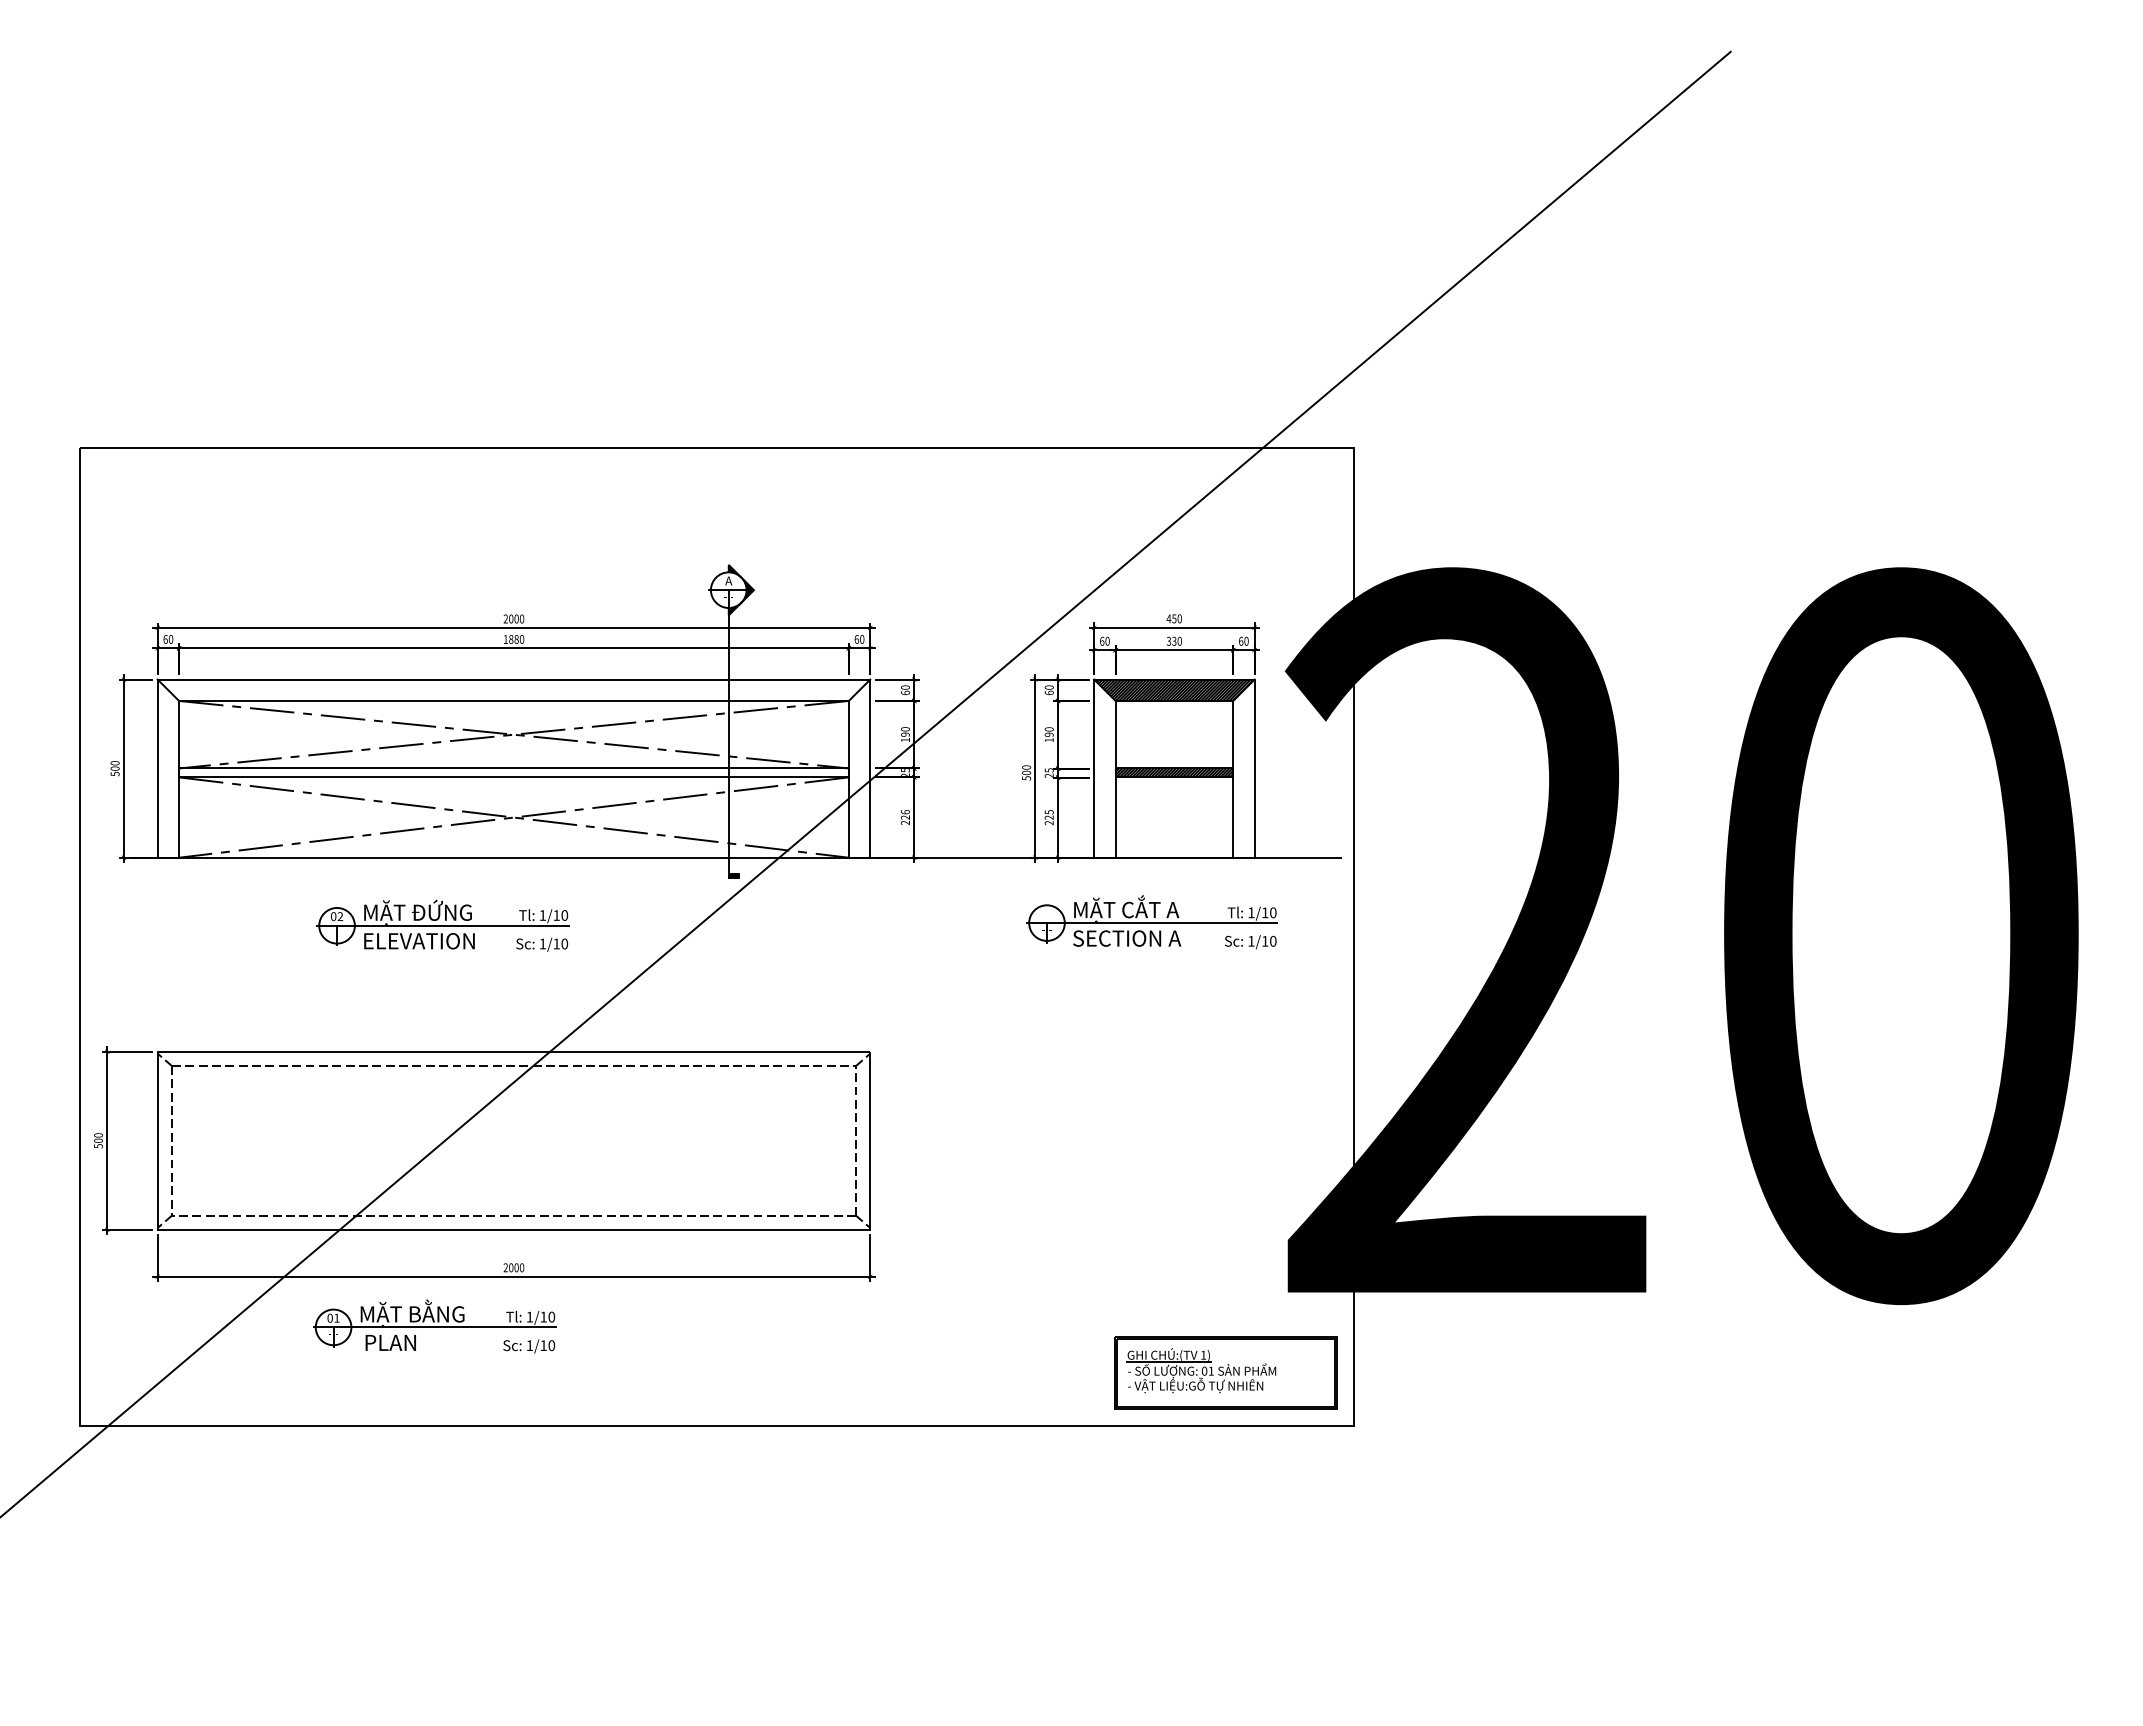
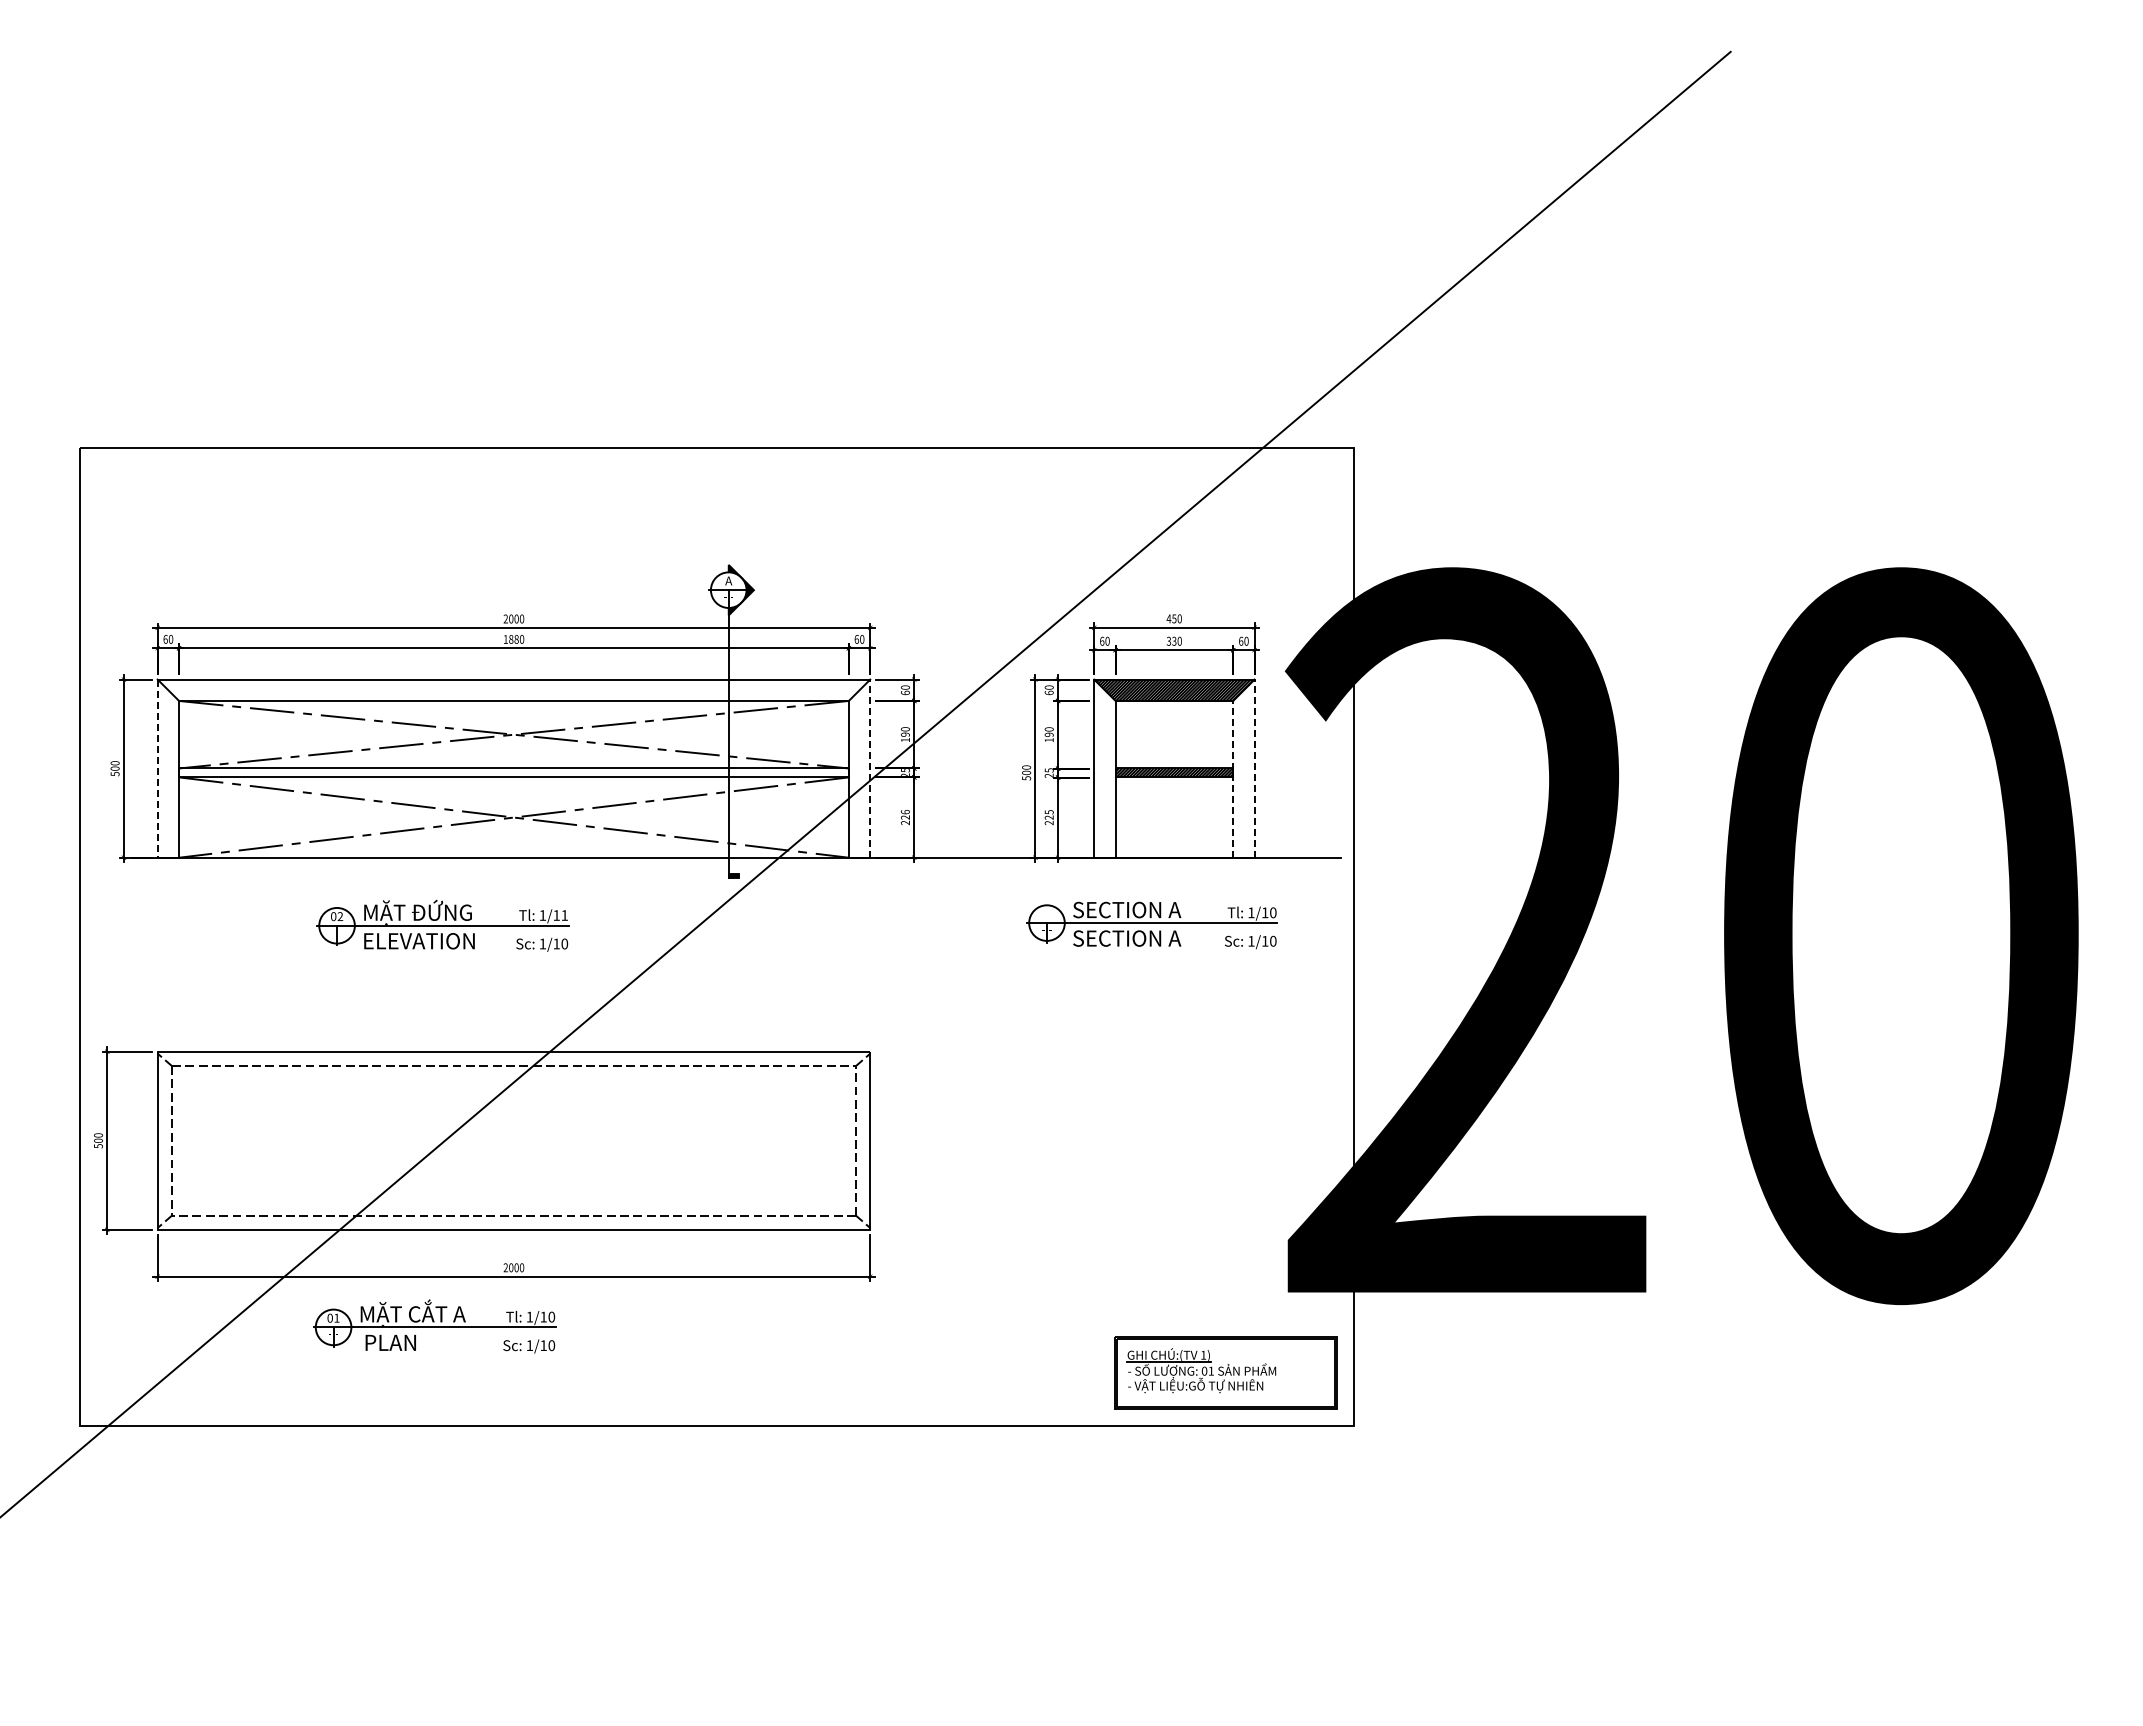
line at (870, 768): solid -> dashed
line at (1254, 768): solid -> dashed
line at (157, 769): solid -> dashed
line at (1233, 778): solid -> dashed
text at (1127, 908): MẶT CẮT A -> SECTION A
text at (564, 915): 1/10 -> 1/11
text at (436, 1310): MẶT BẰNG -> MẶT CẮT A
